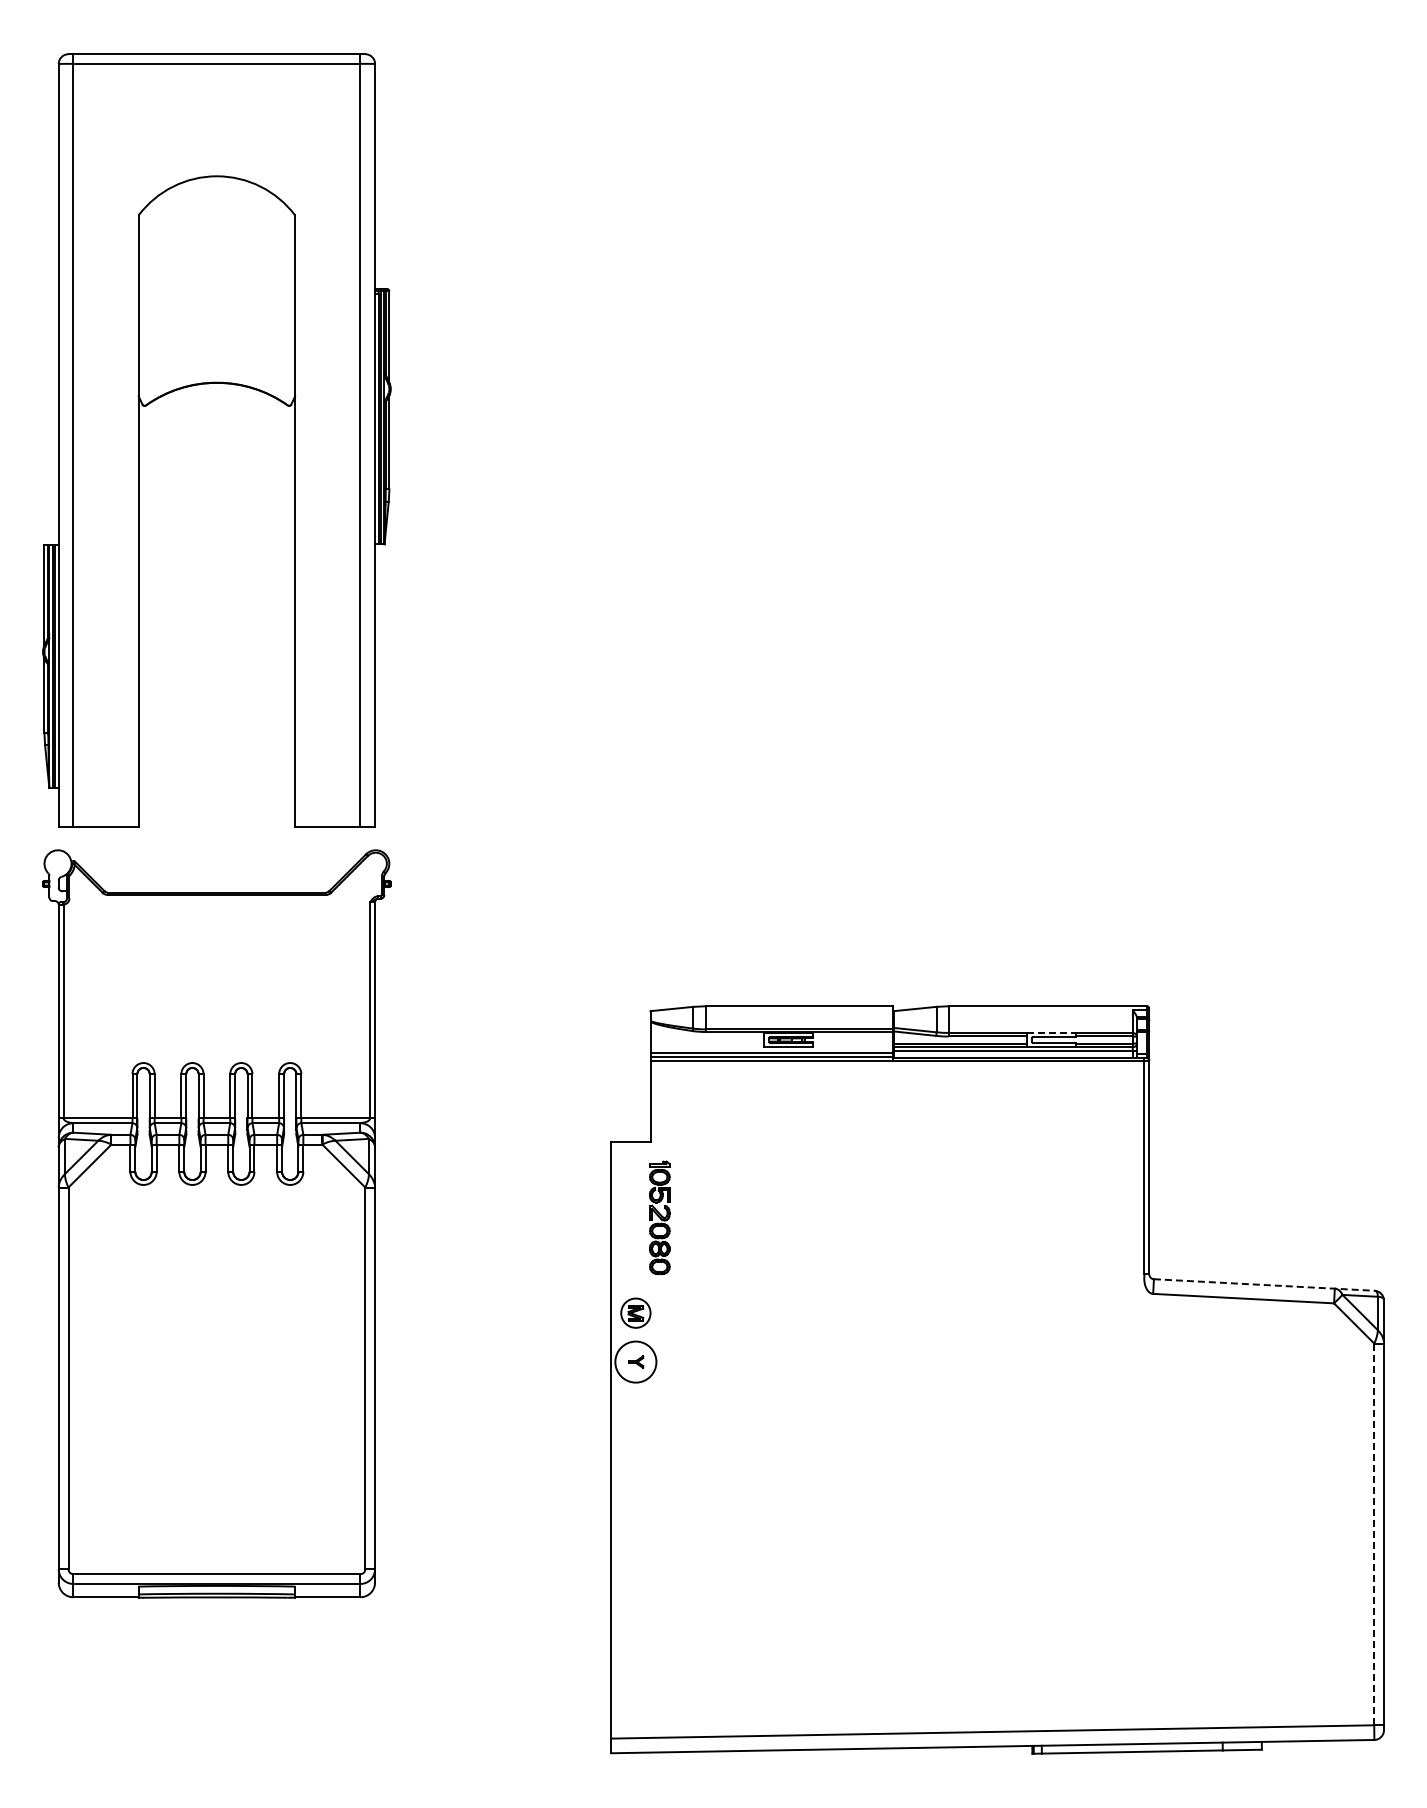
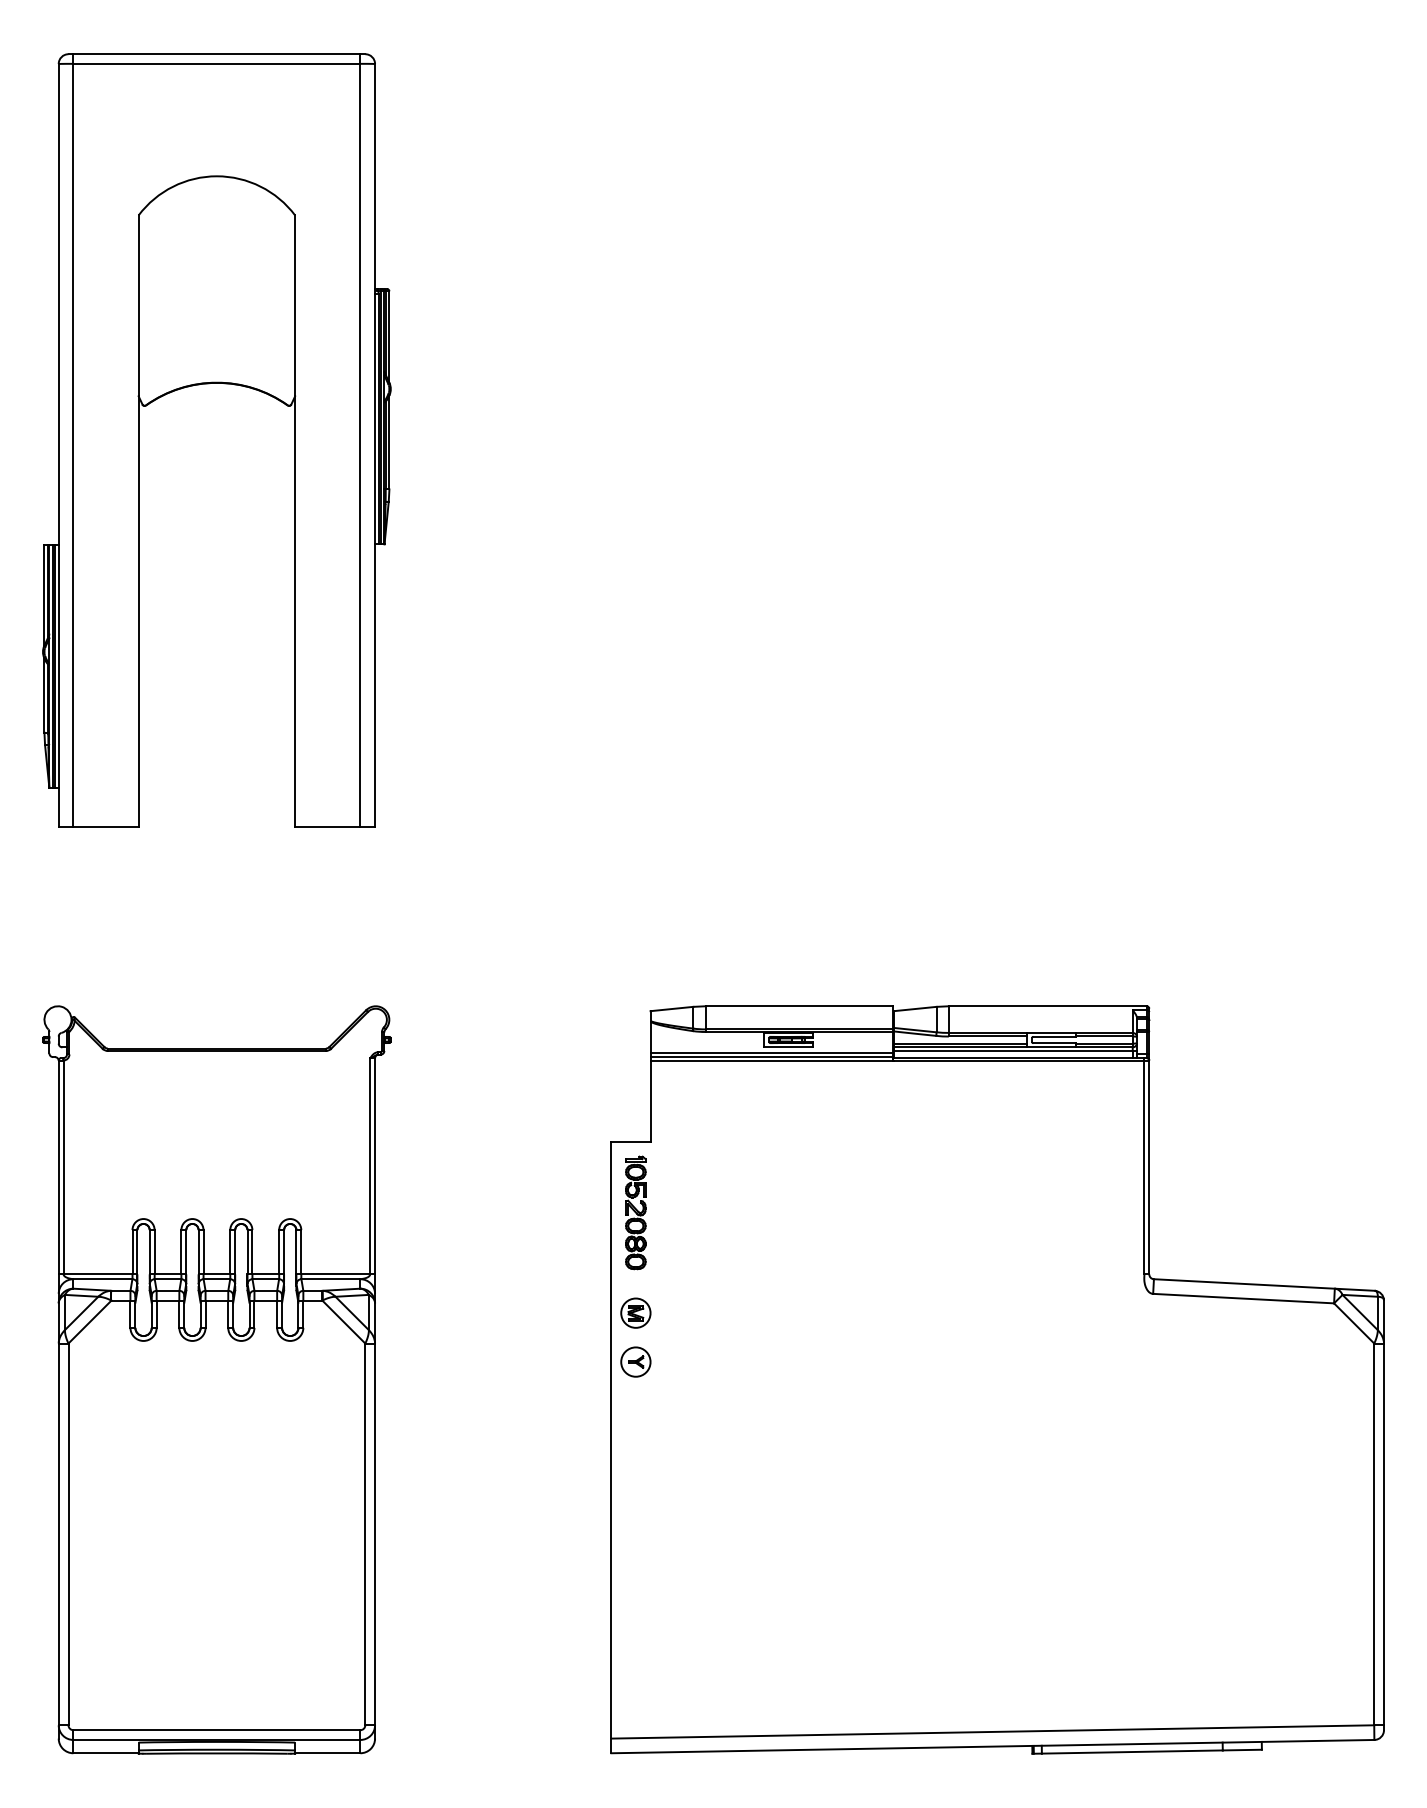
line at (1052, 1032): dashed -> solid
part at (659, 1217) position: (659, 1217) -> (635, 1212)
part at (216, 1223) position: (216, 1223) -> (216, 1379)
line at (1264, 1285): dashed -> solid
circle at (635, 1361) diameter: 41 px -> 29 px
line at (1374, 1534): dashed -> solid
